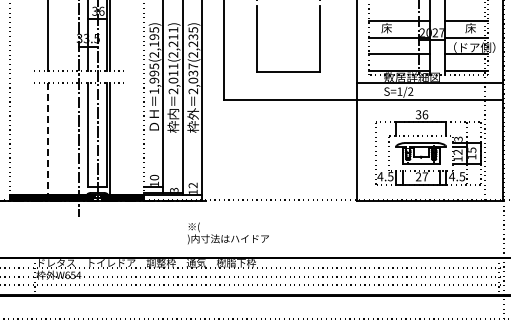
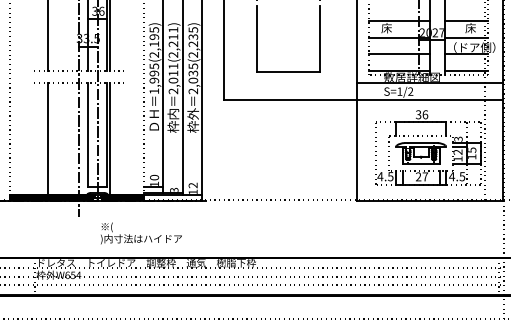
text at (193, 66): 2,037(2,235) -> 2,035(2,235)
line at (47, 139): dashed -> solid
text at (228, 233) position: (228, 233) -> (141, 233)
